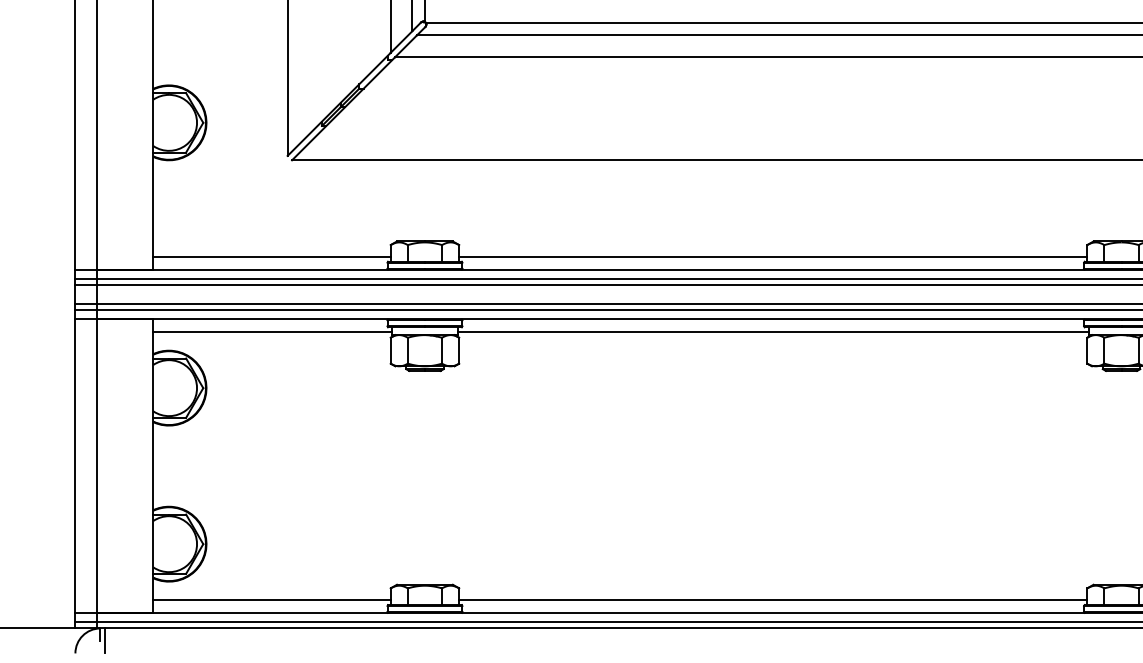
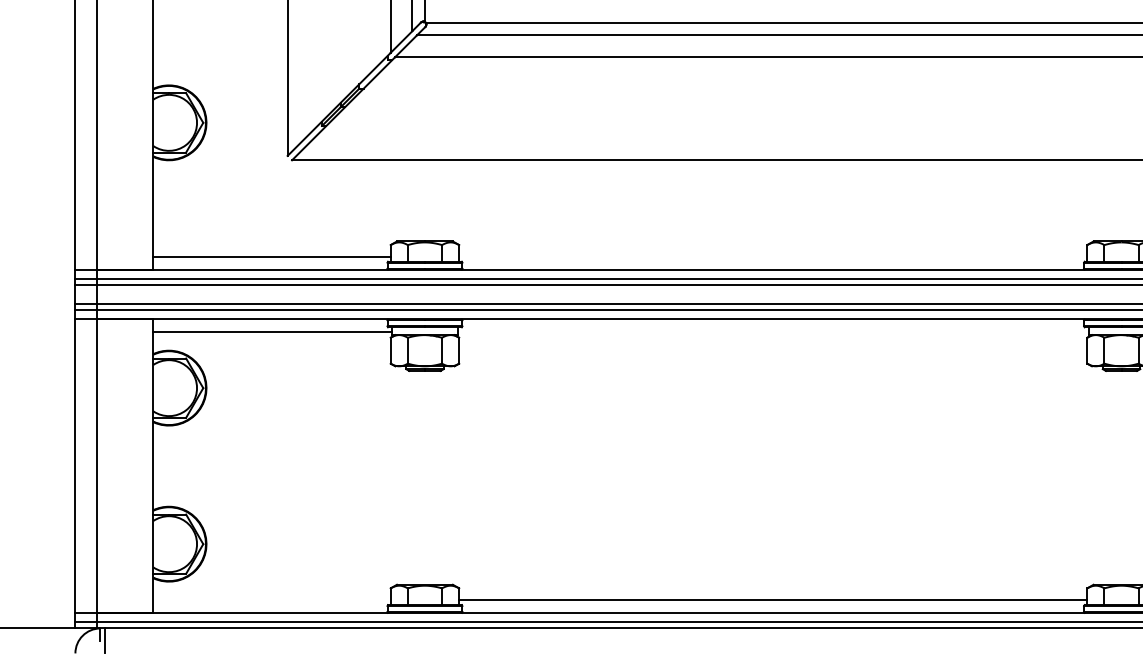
line at (773, 257): present -> none
line at (772, 331): present -> none
line at (271, 600): present -> none
